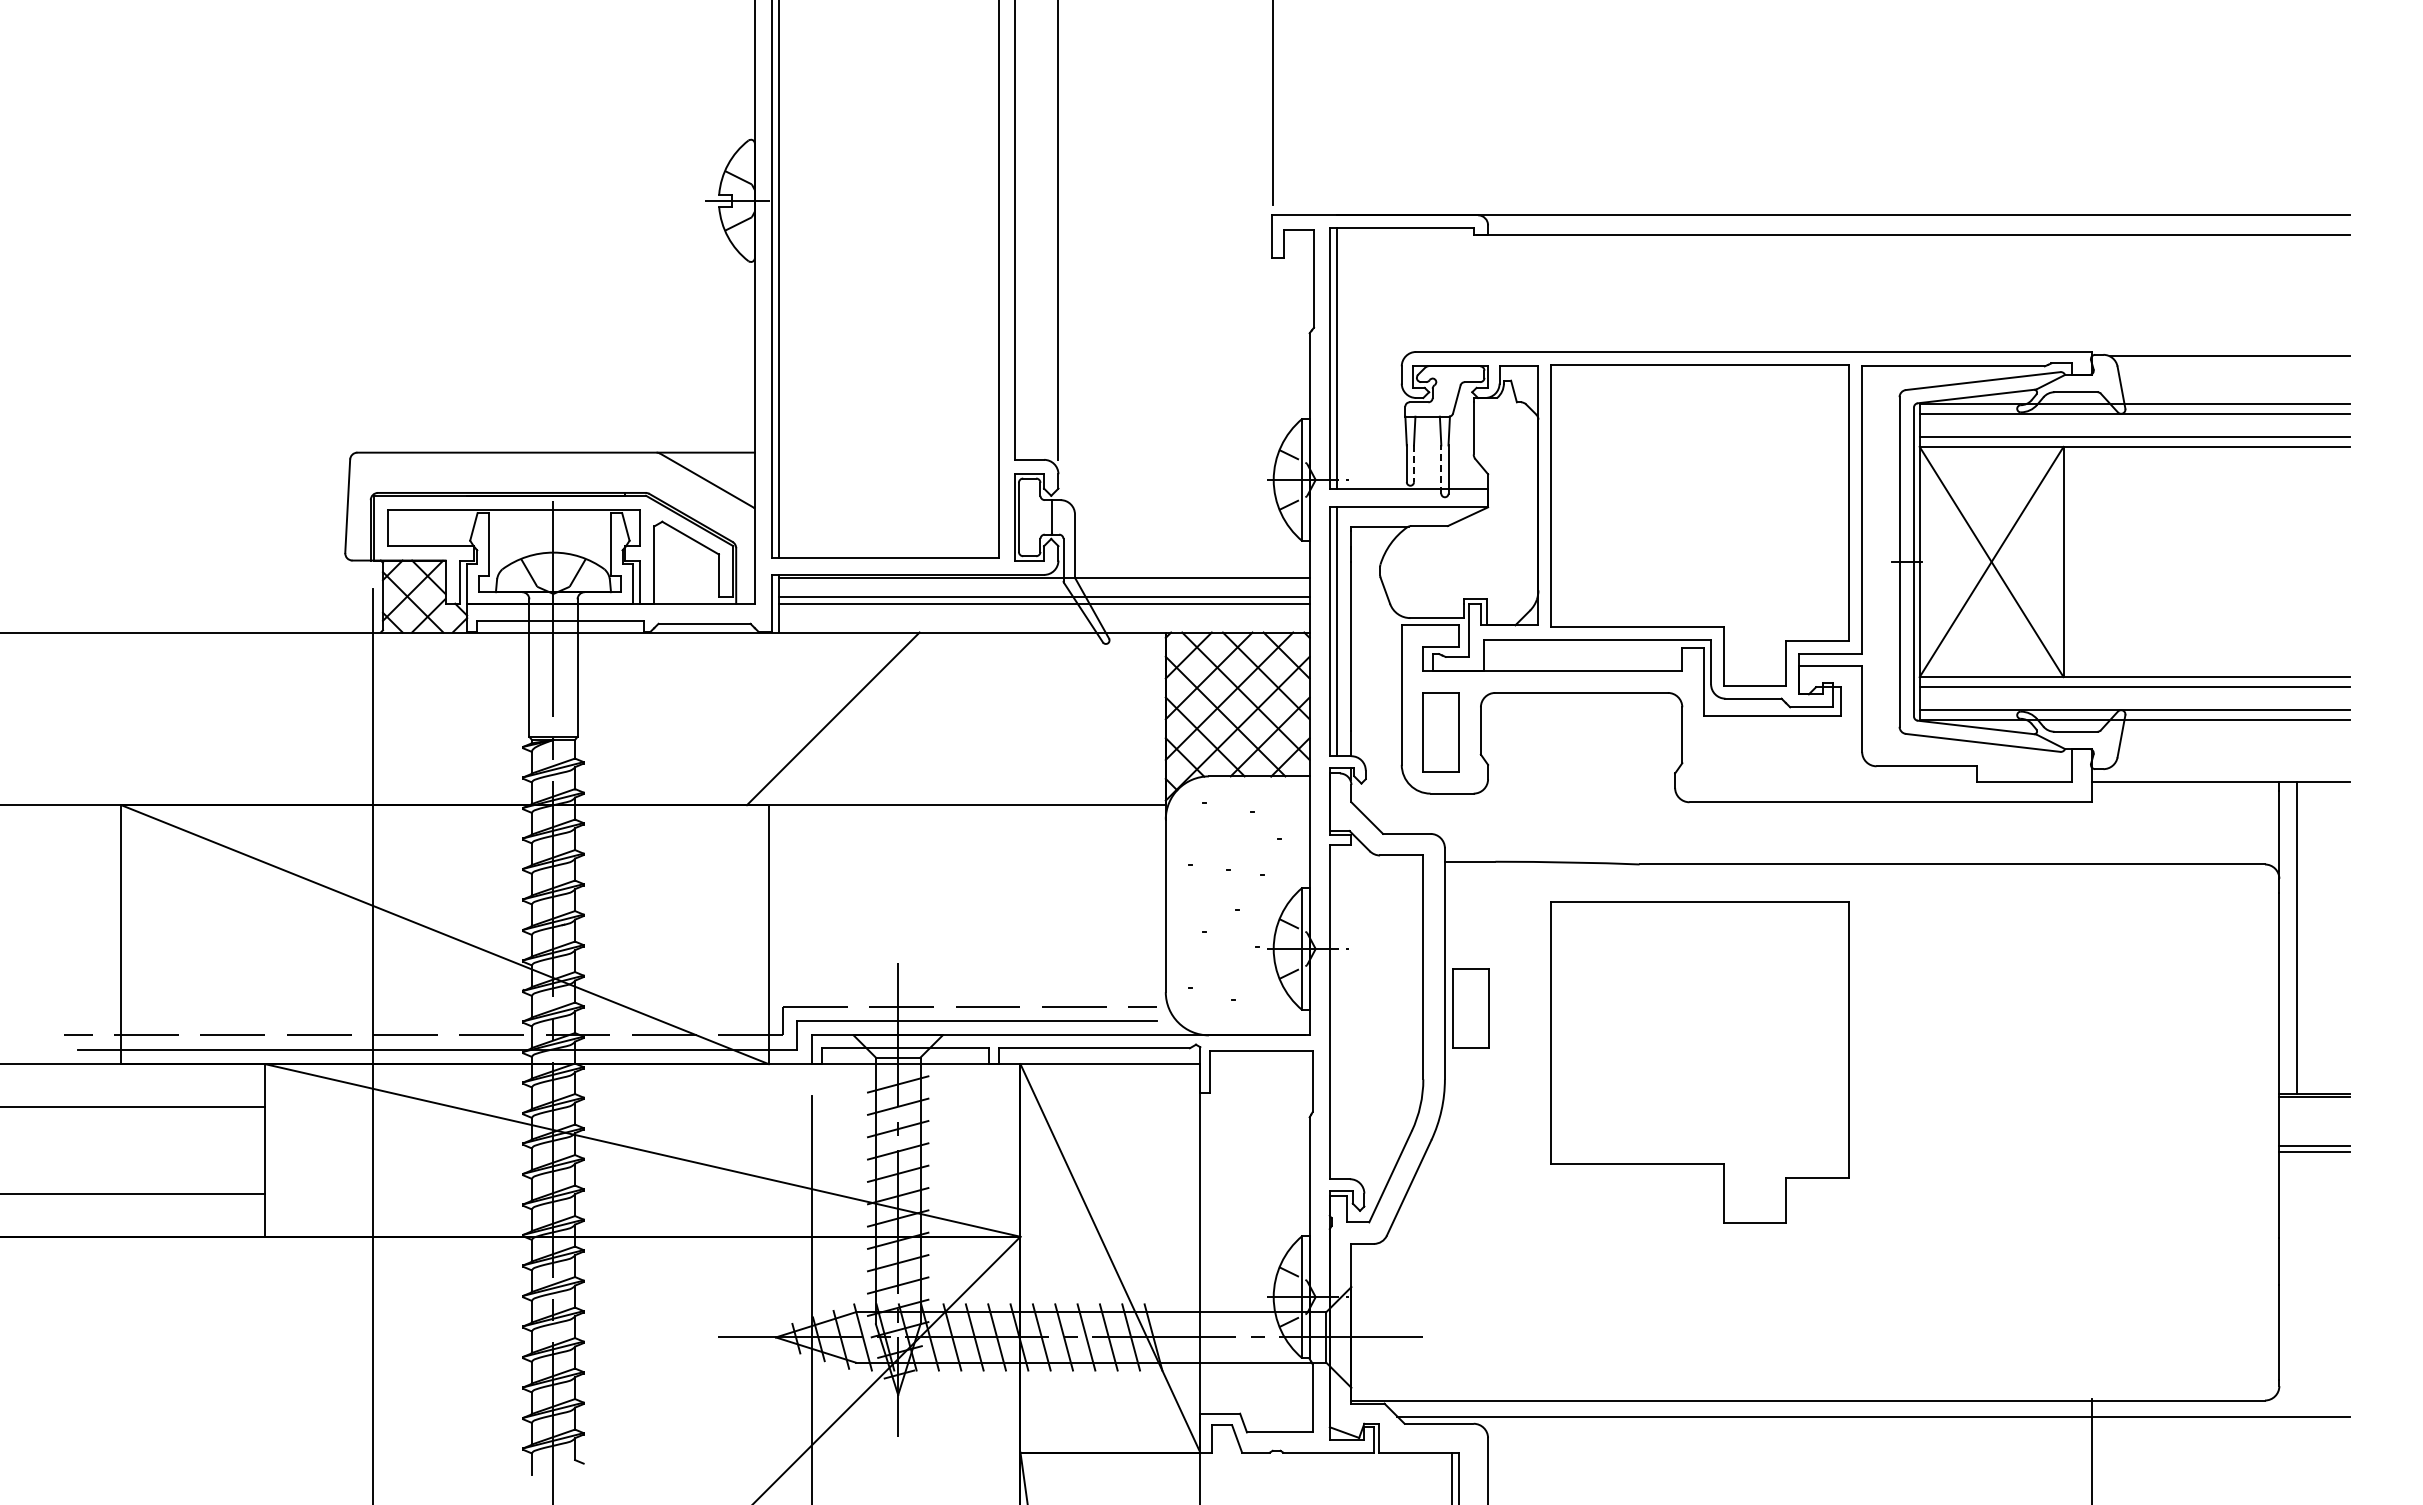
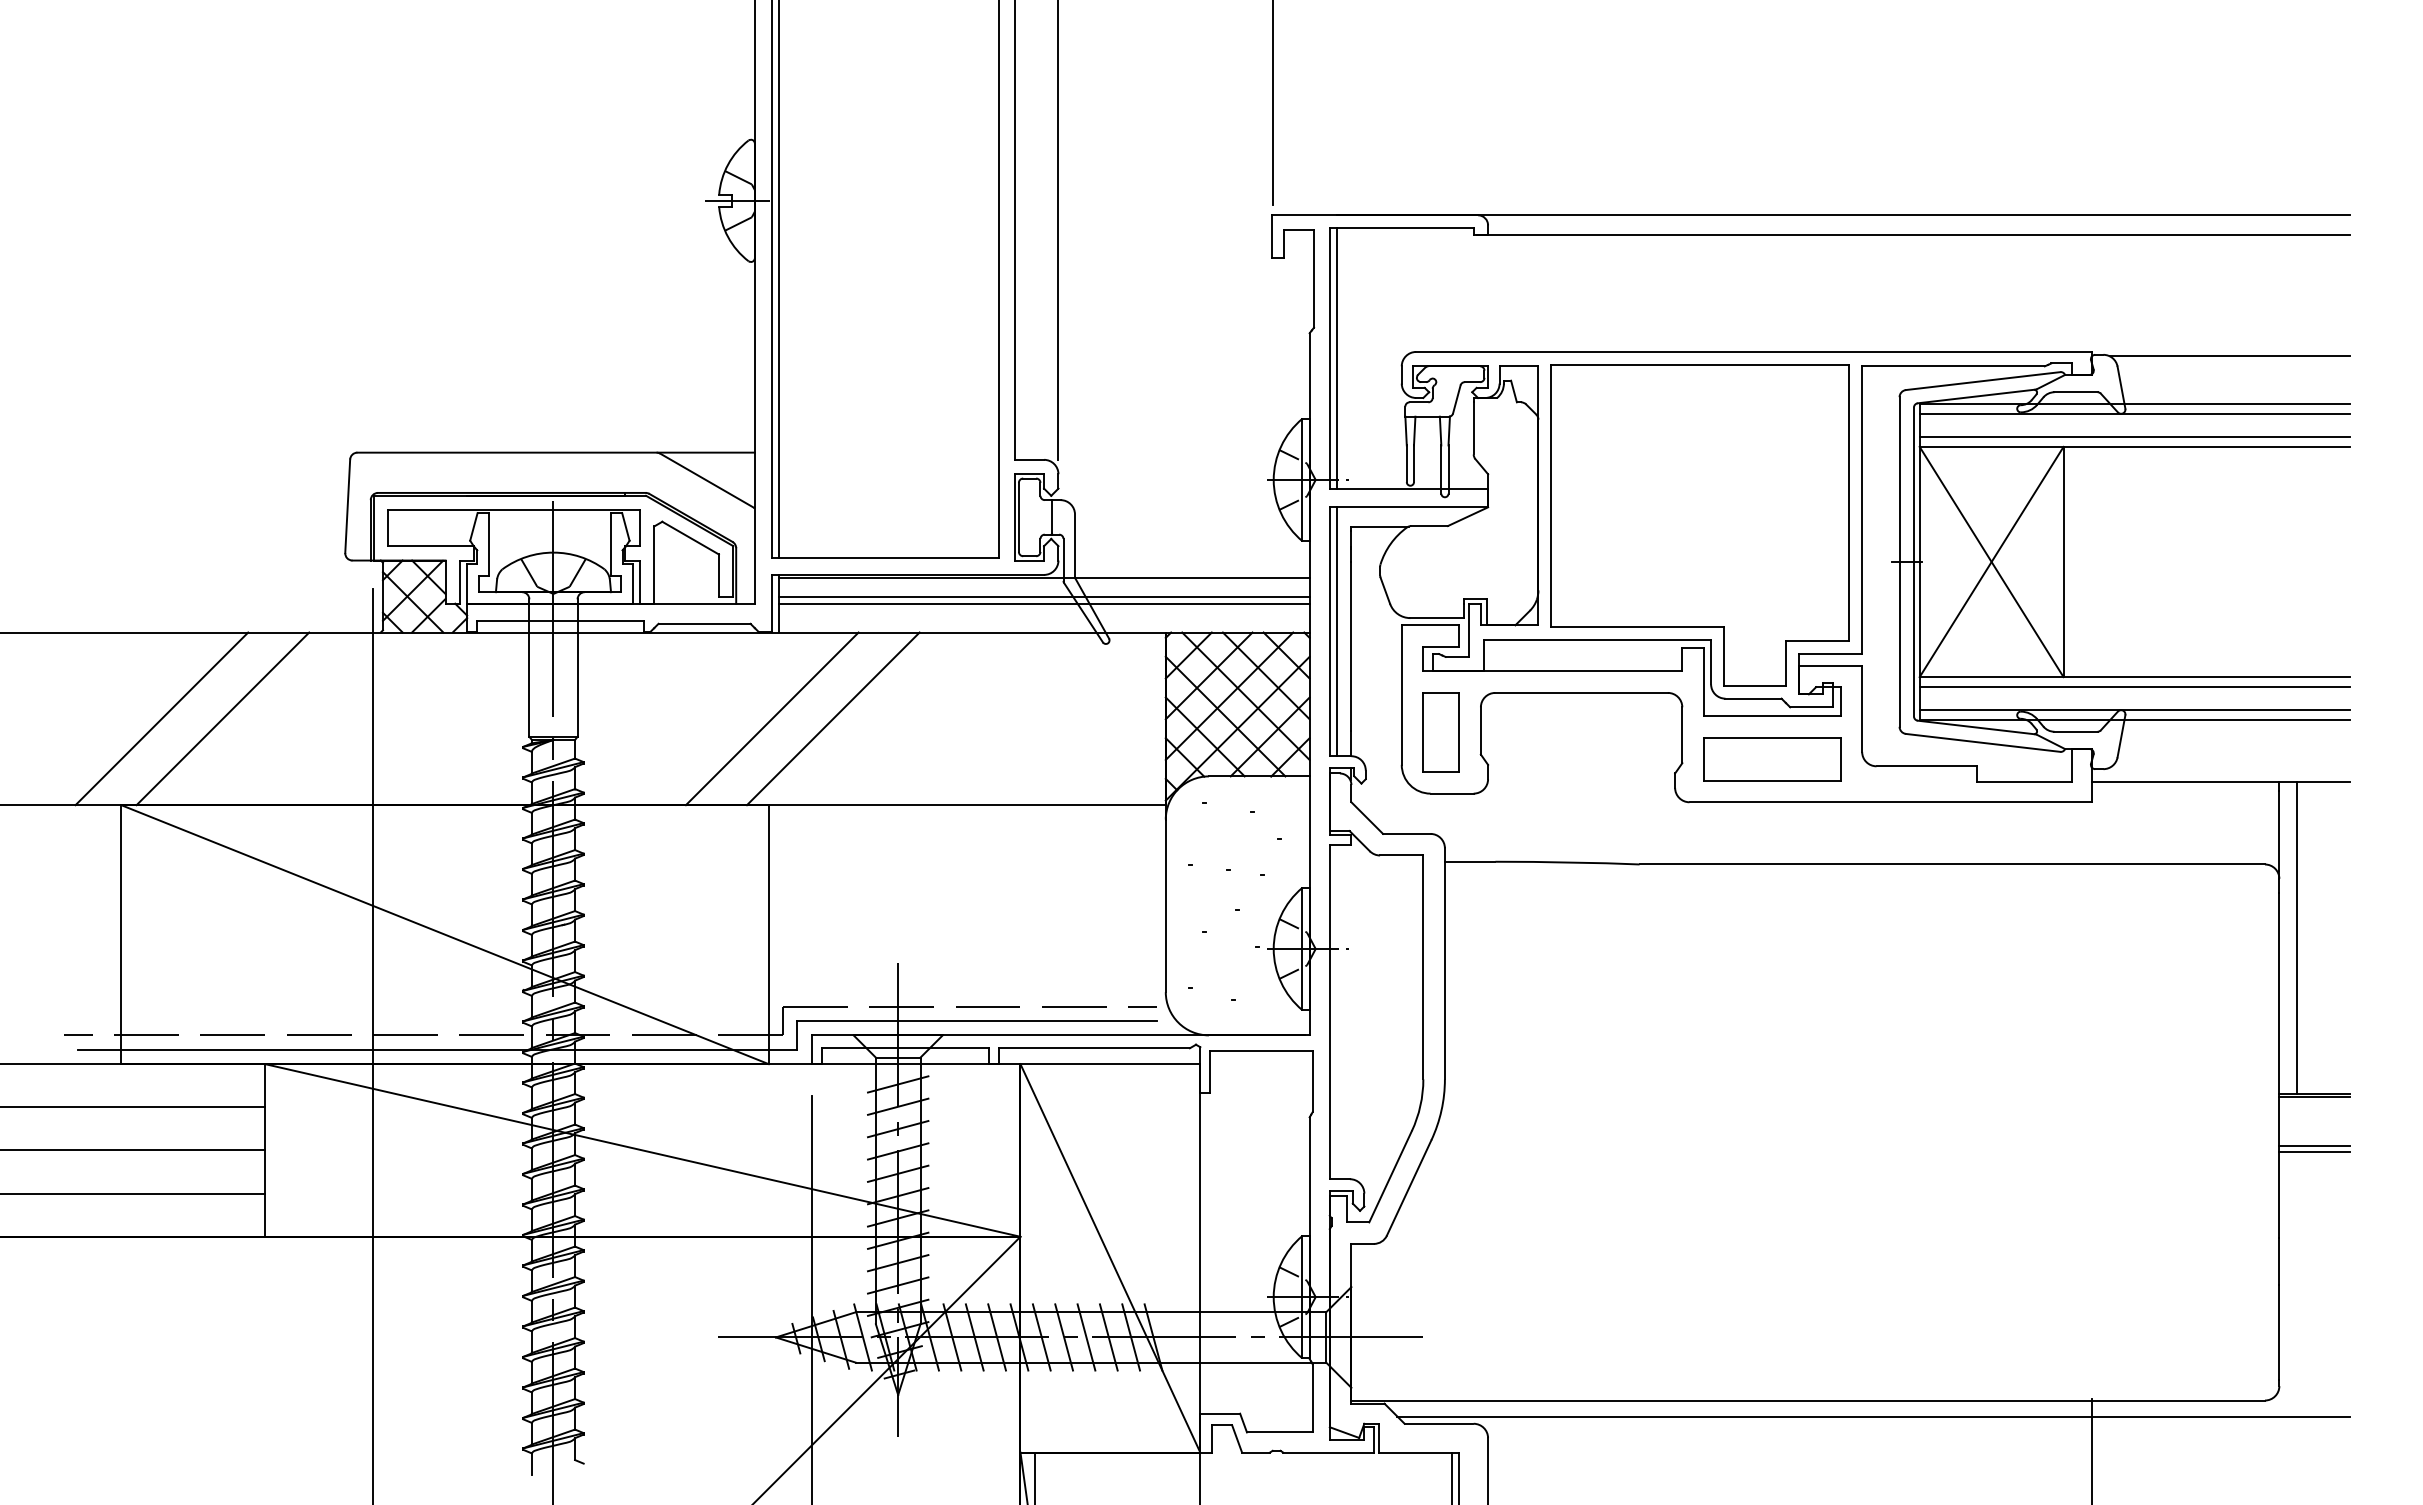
line at (1413, 464): dashed -> solid
line at (1441, 469): dashed -> solid
line at (161, 718): none -> present
line at (222, 718): none -> present
line at (771, 718): none -> present
part at (1772, 759): none -> present
part at (1470, 1008): present -> none
part at (1699, 1062): present -> none
line at (133, 1150): none -> present
line at (1034, 1476): none -> present
